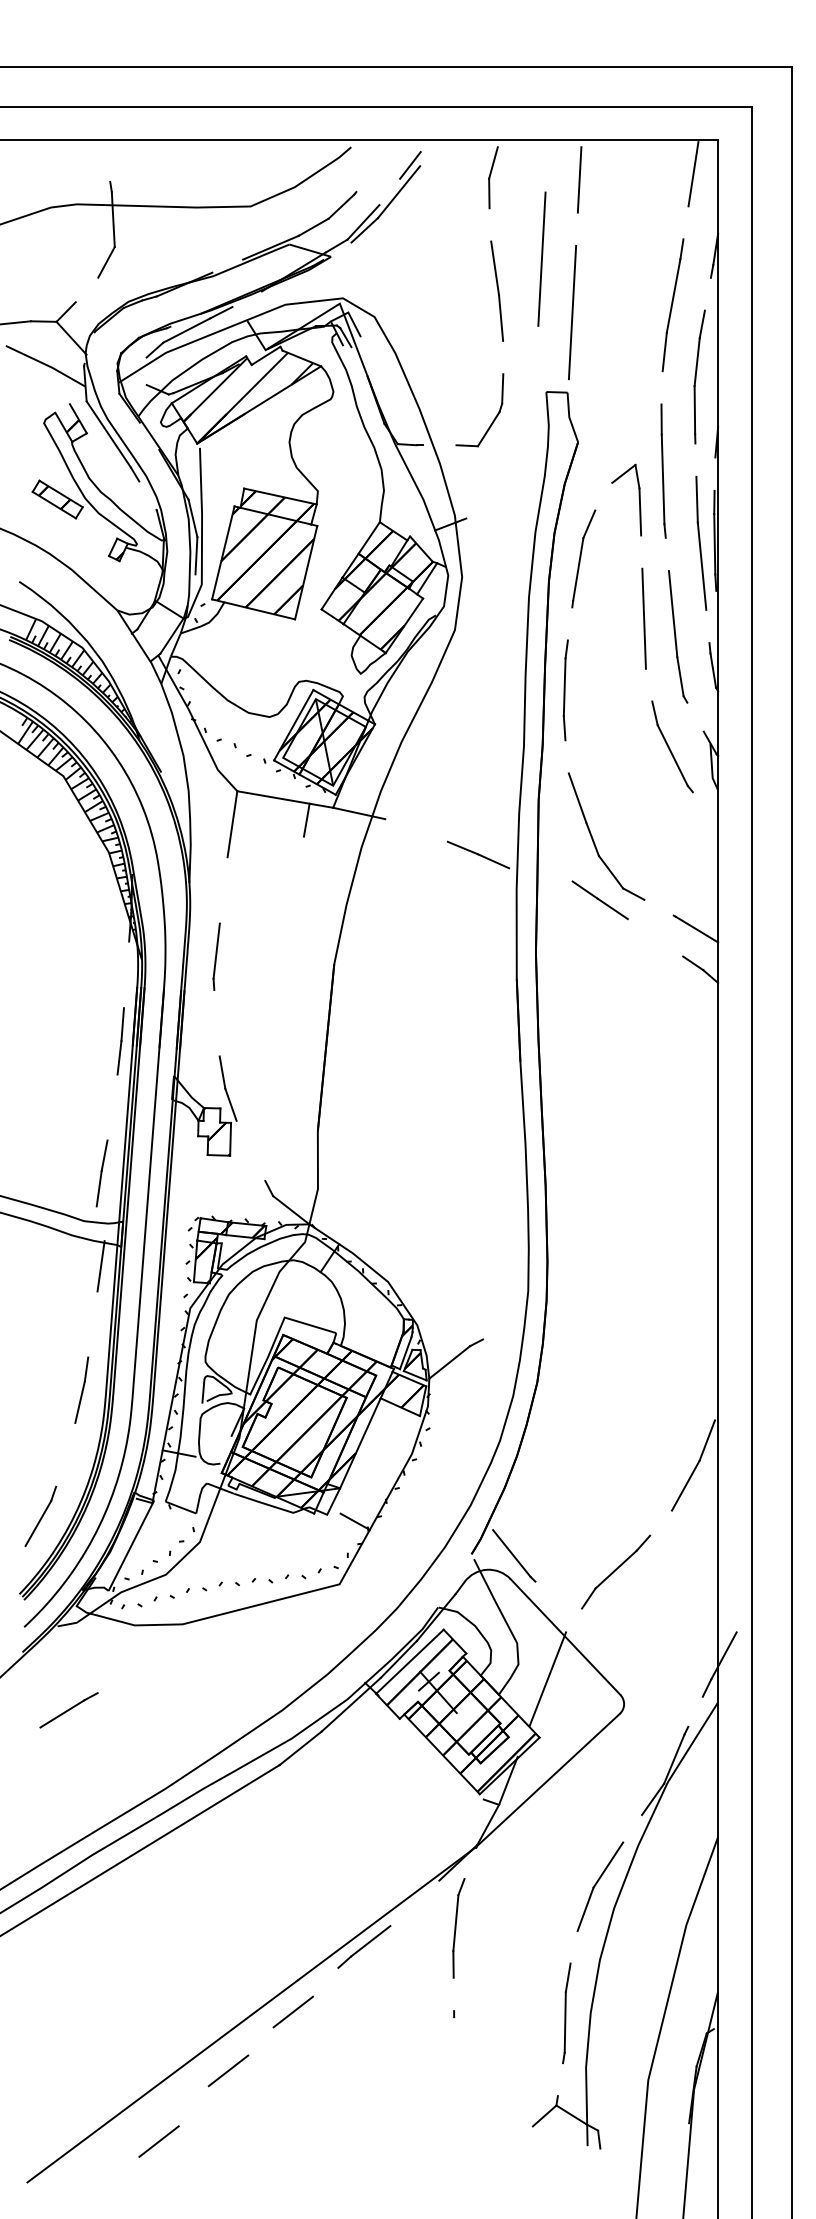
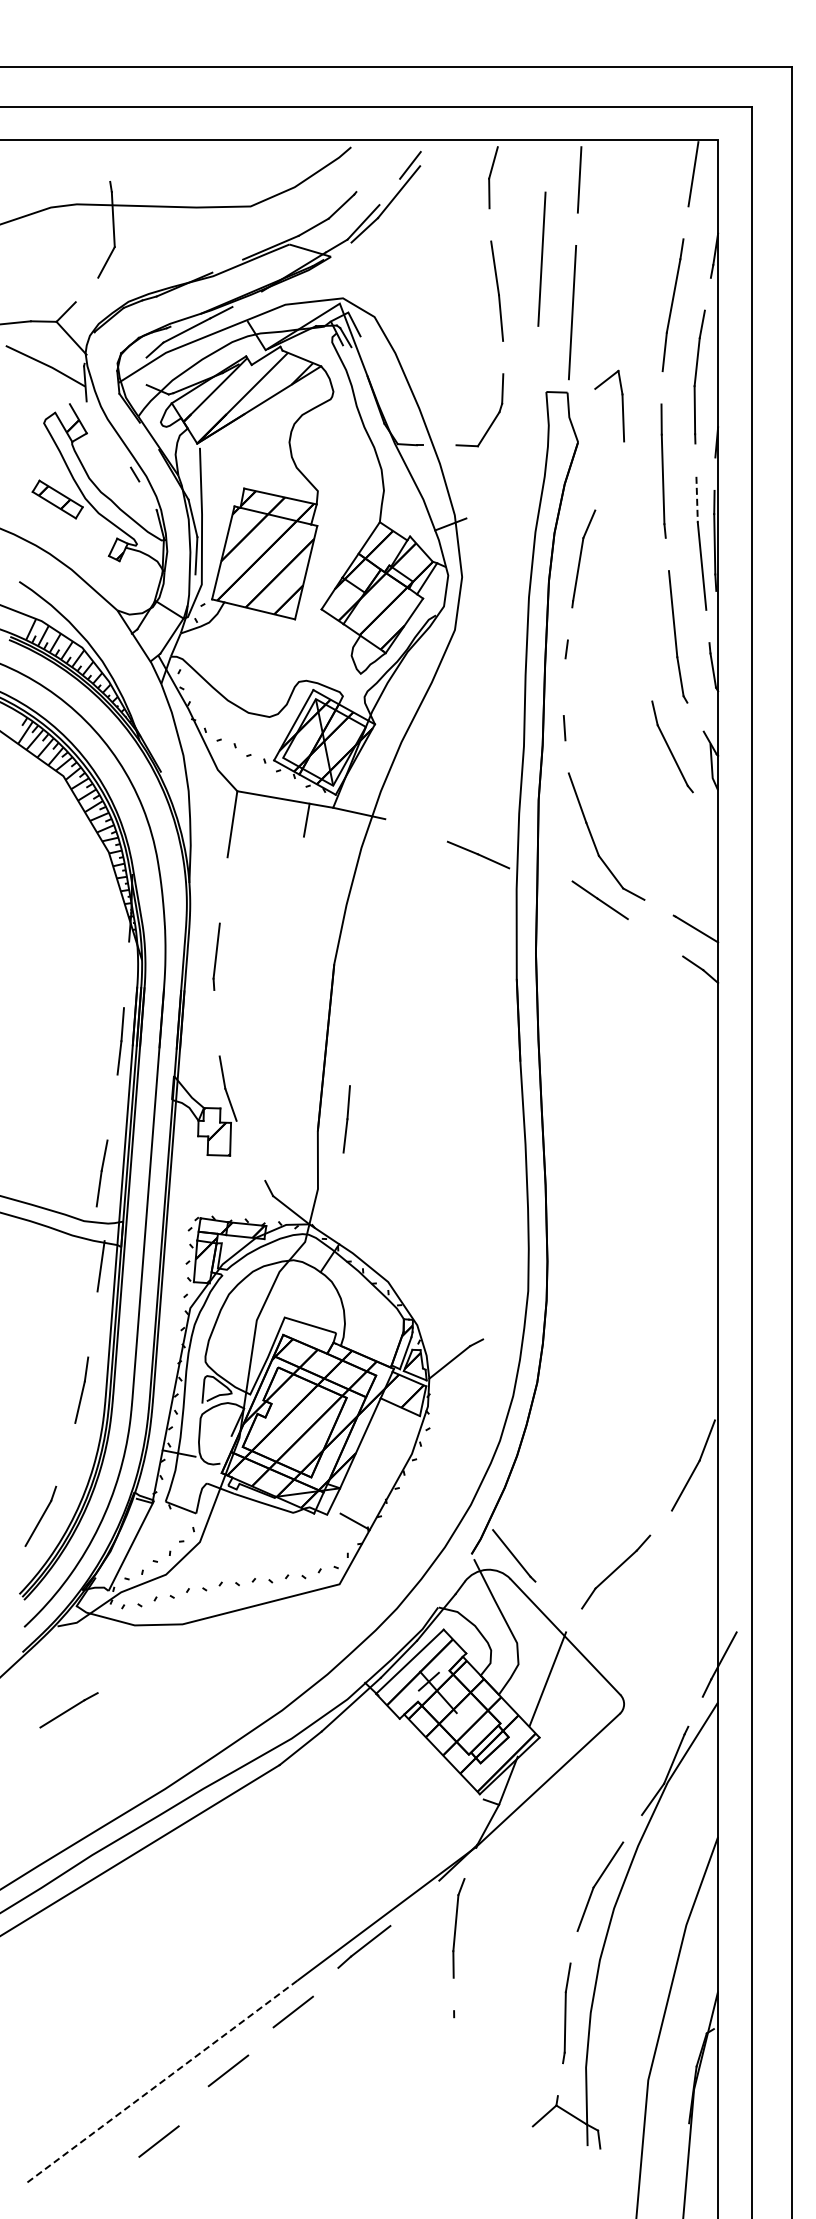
line at (108, 434): present -> none
part at (638, 498) position: (638, 498) -> (621, 404)
line at (697, 499): solid -> dashed
line at (643, 618): present -> none
line at (564, 687): present -> none
line at (346, 1119): none -> present
line at (162, 2081): solid -> dashed
